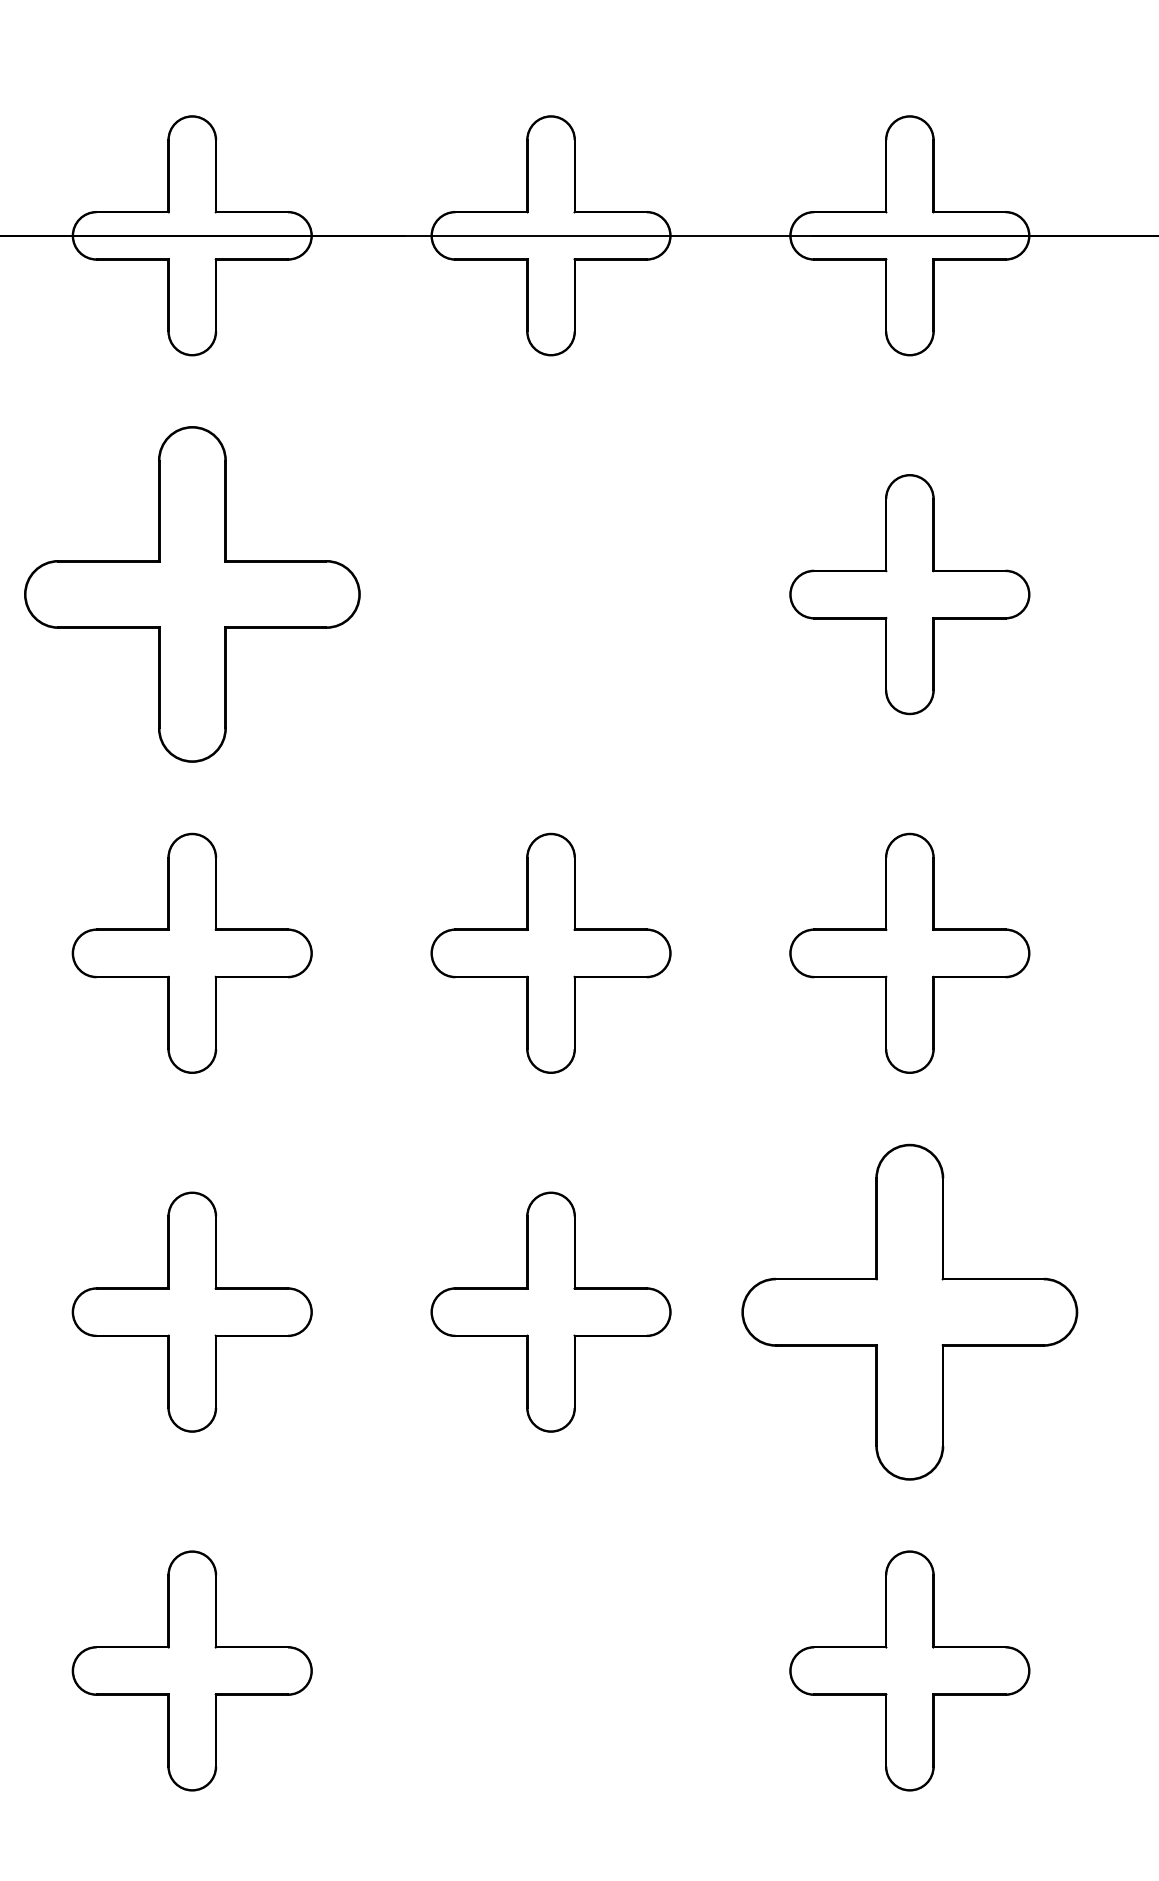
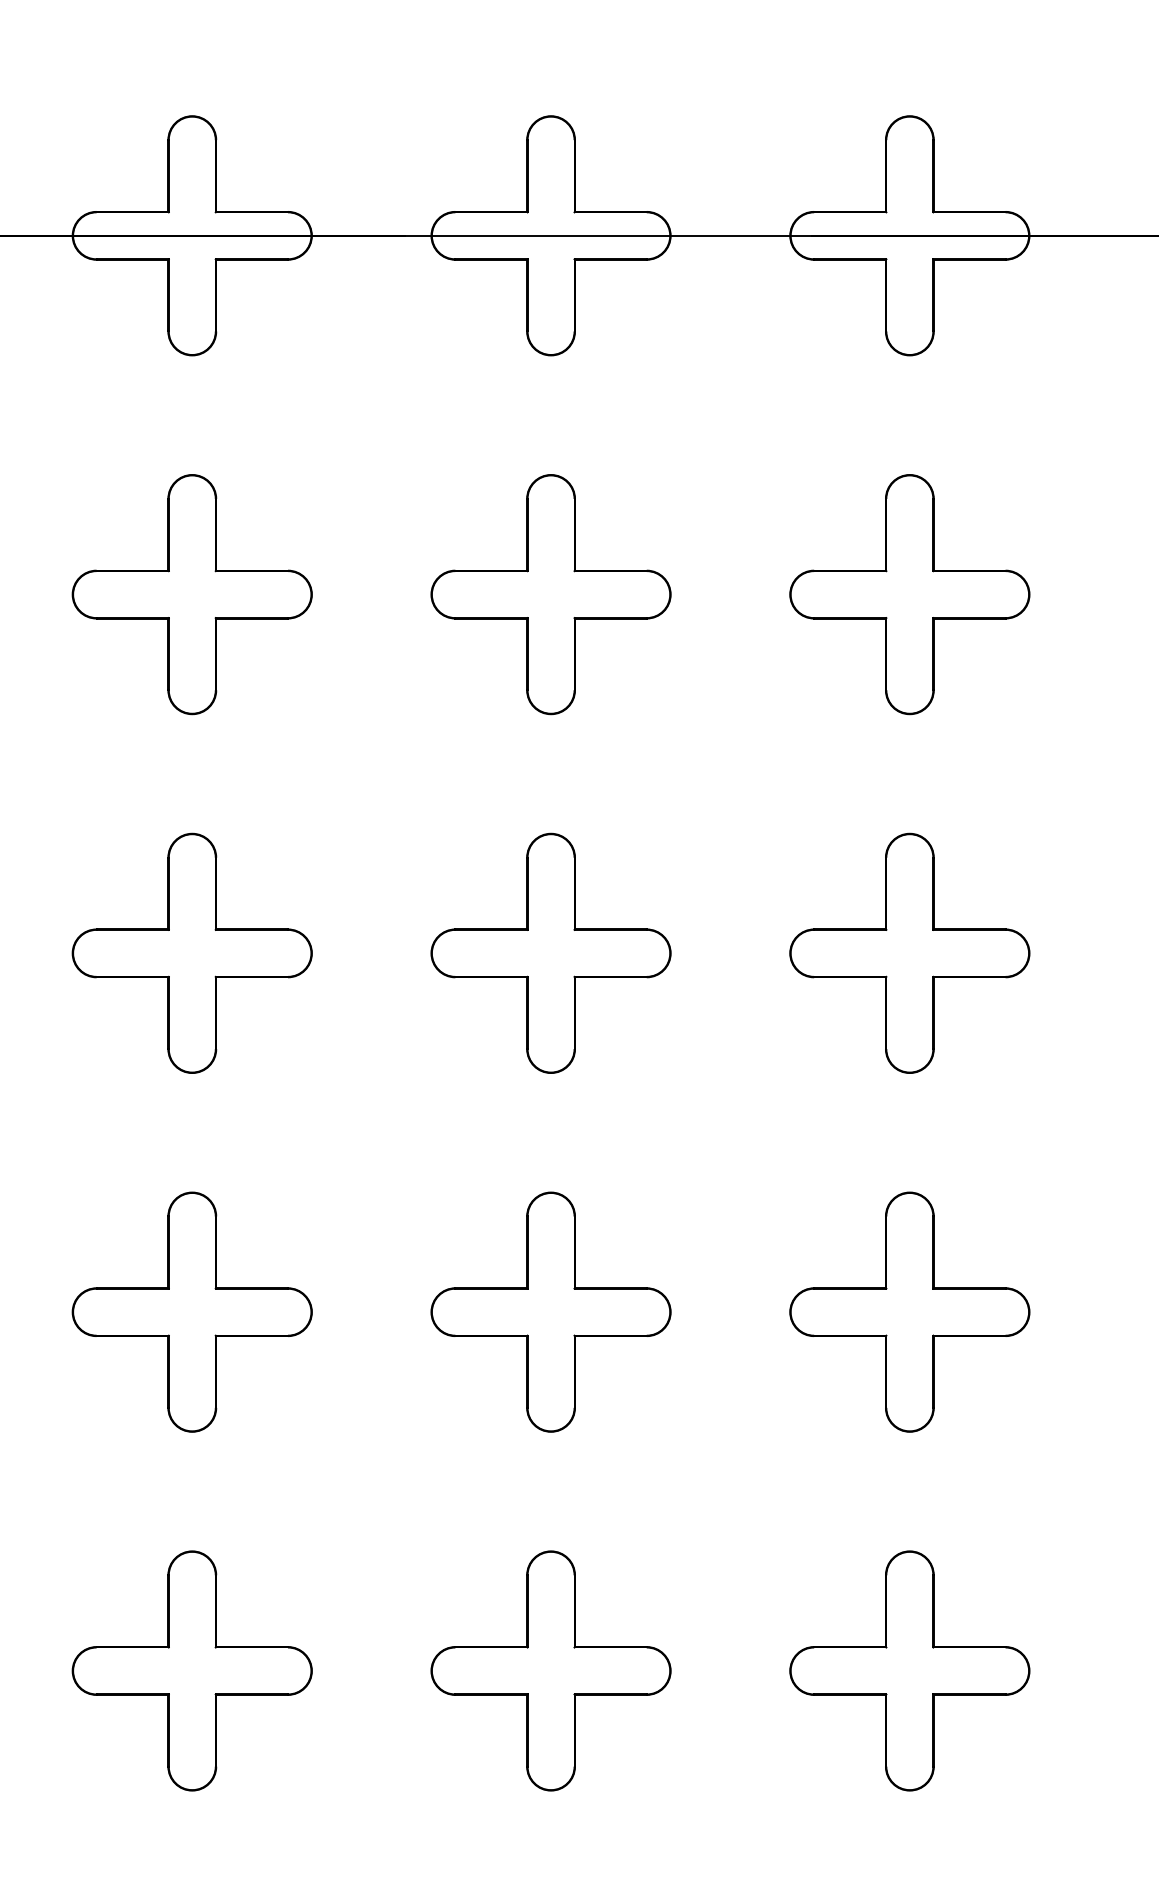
part at (192, 594) size: 337x337 px -> 242x242 px
part at (550, 594): none -> present
part at (909, 1311) size: 338x338 px -> 242x242 px
part at (550, 1670): none -> present
